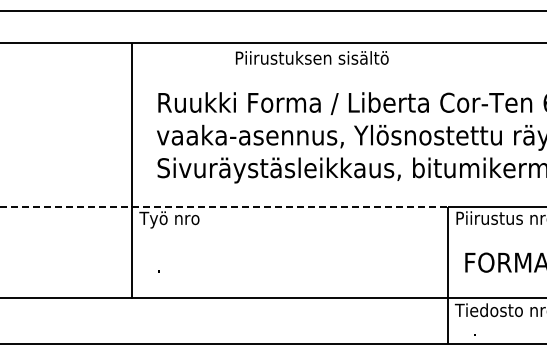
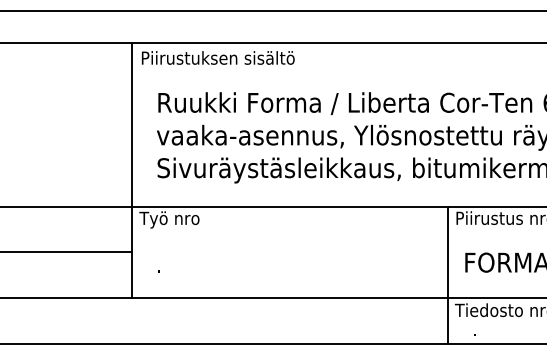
text at (312, 57) position: (312, 57) -> (218, 57)
line at (224, 206): dashed -> solid
line at (66, 252): none -> present
